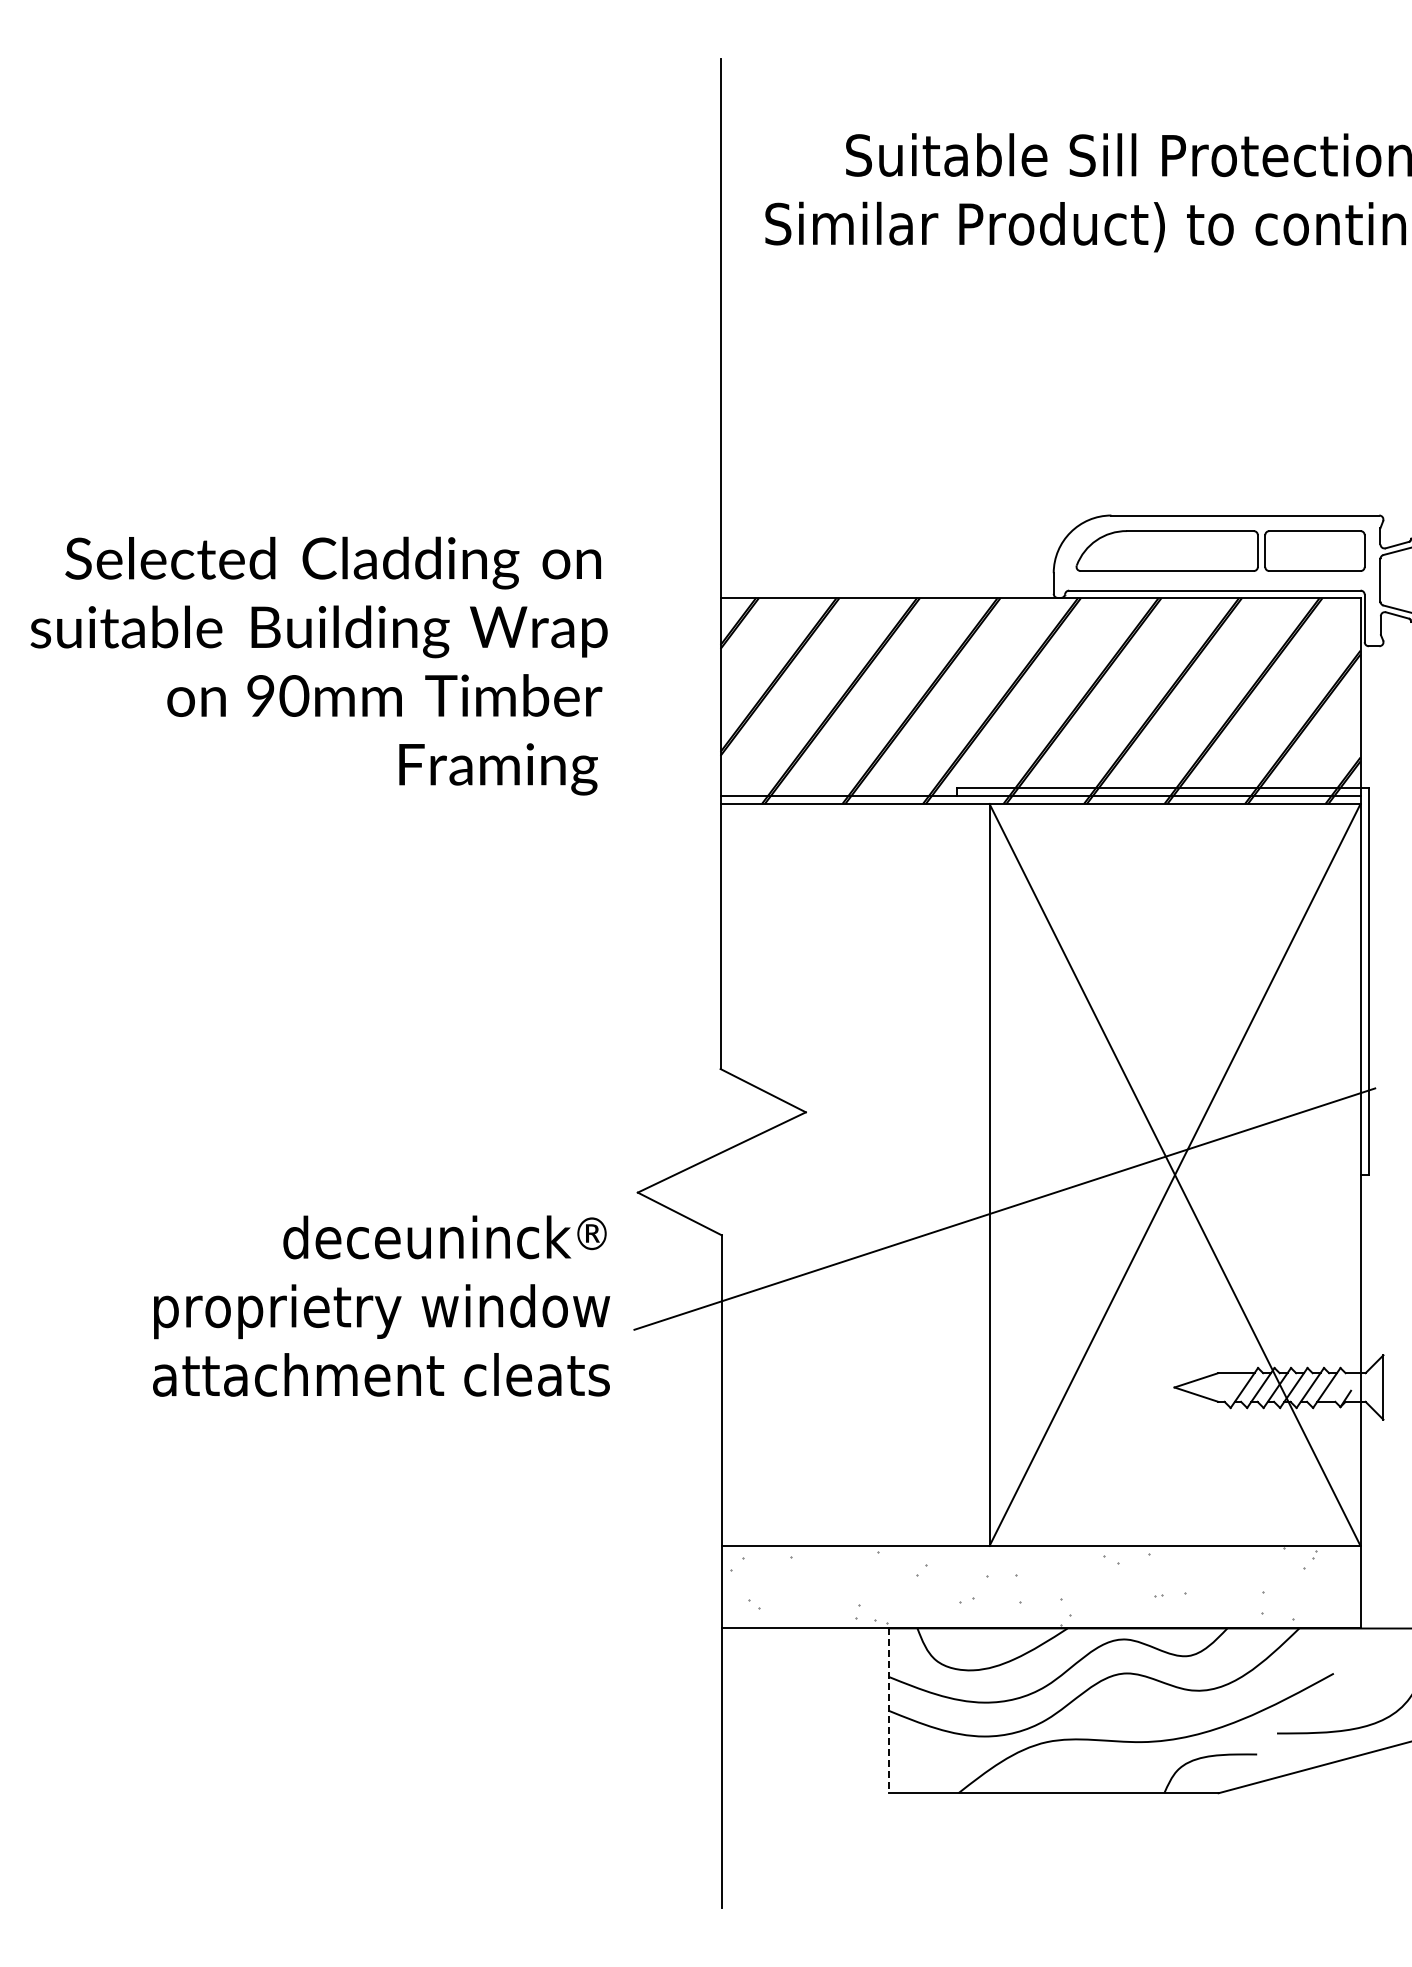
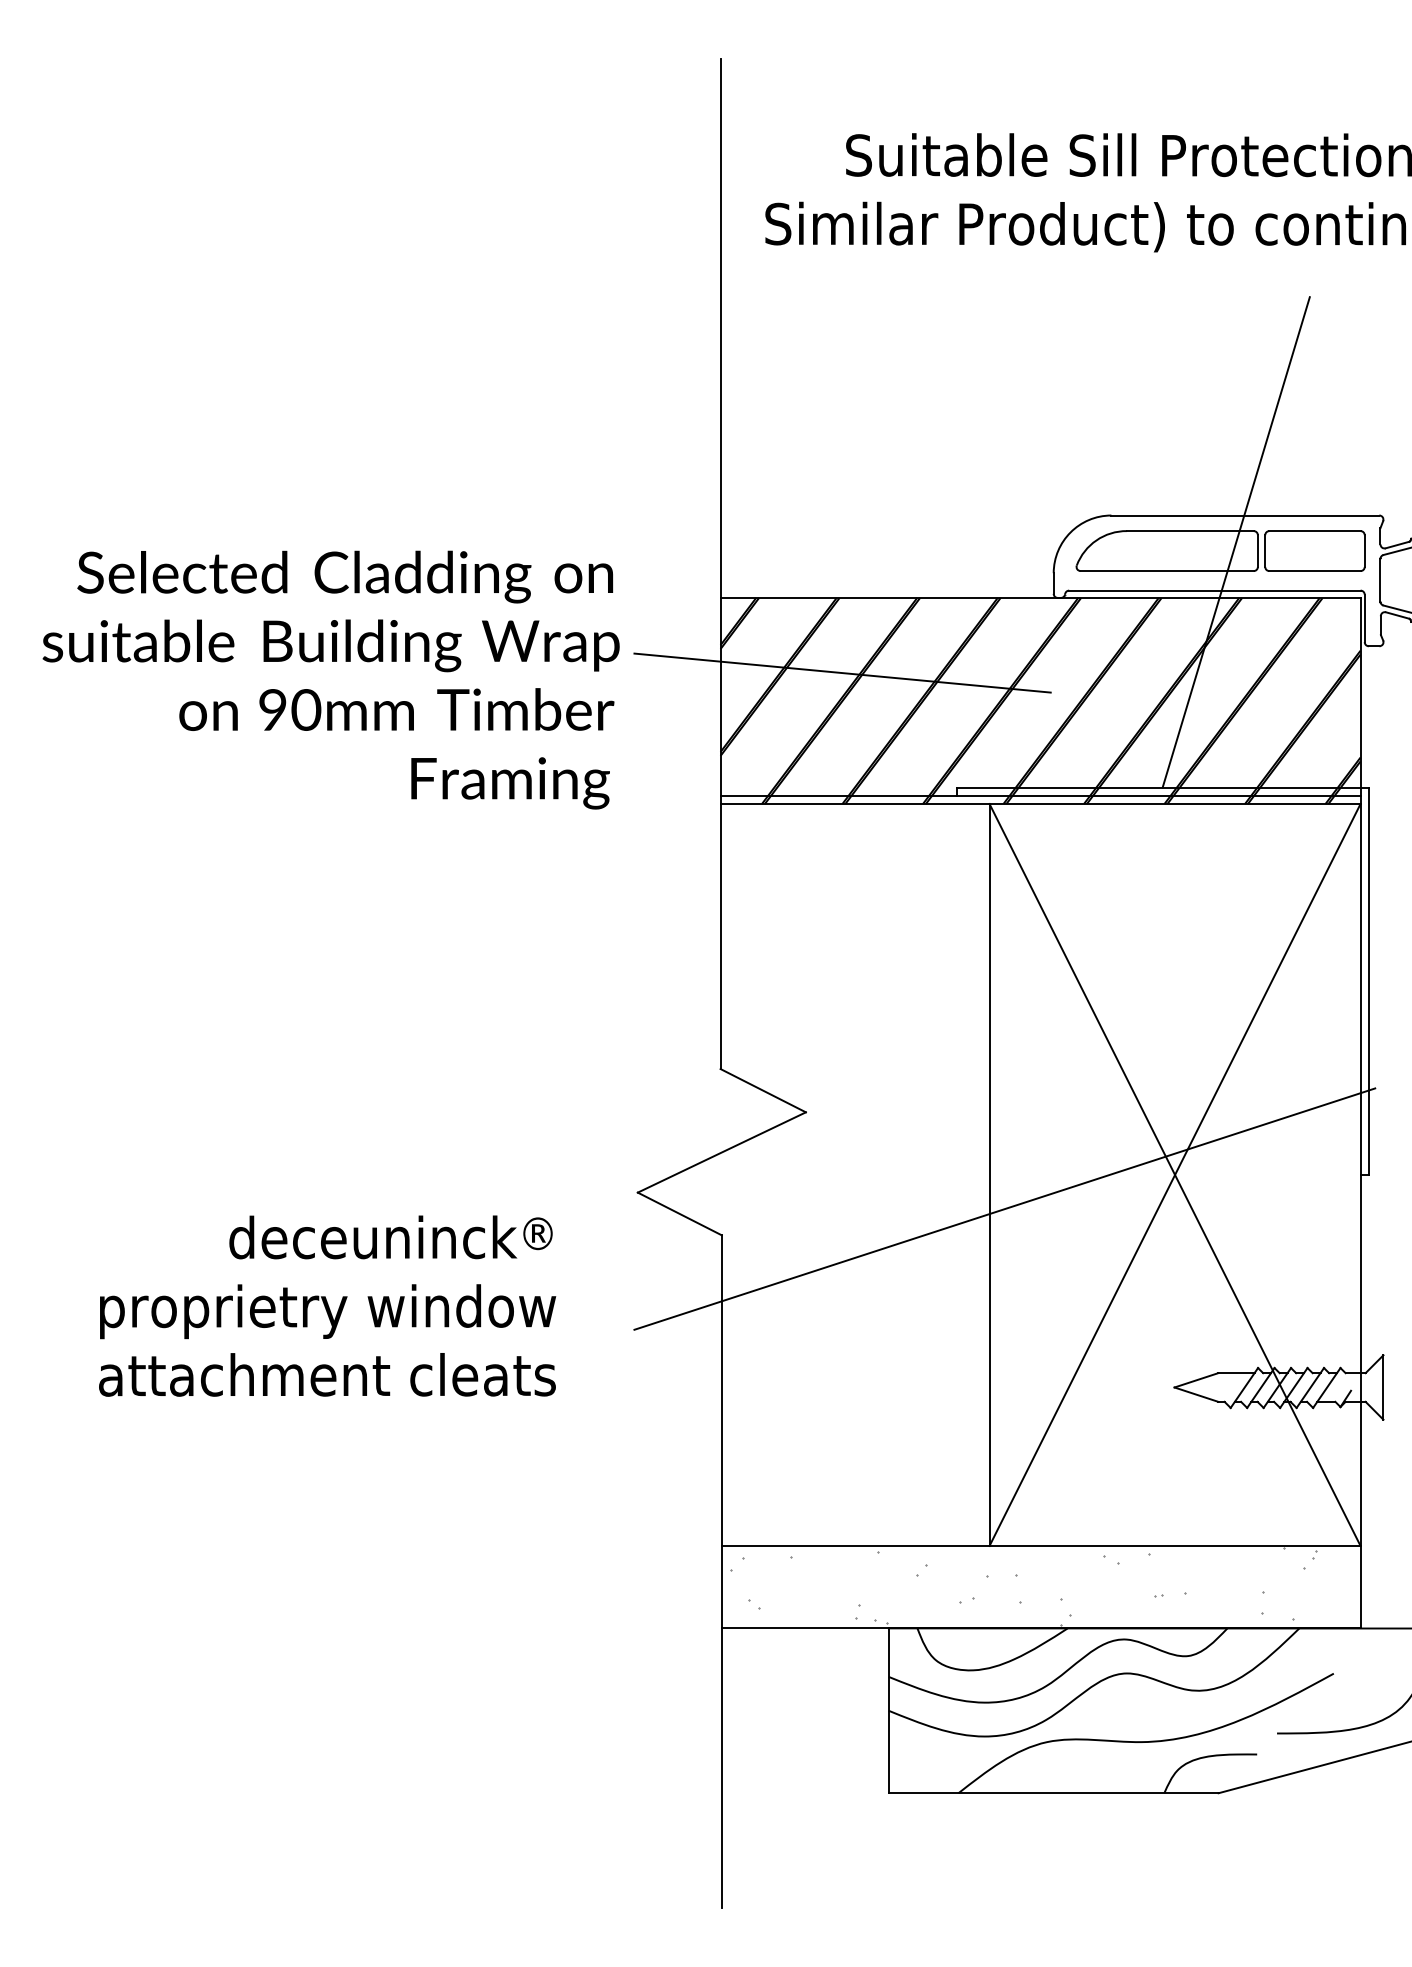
line at (1235, 542): none -> present
text at (318, 665) position: (318, 665) -> (330, 679)
line at (842, 672): none -> present
text at (381, 1305) position: (381, 1305) -> (327, 1305)
line at (888, 1711): dashed -> solid
